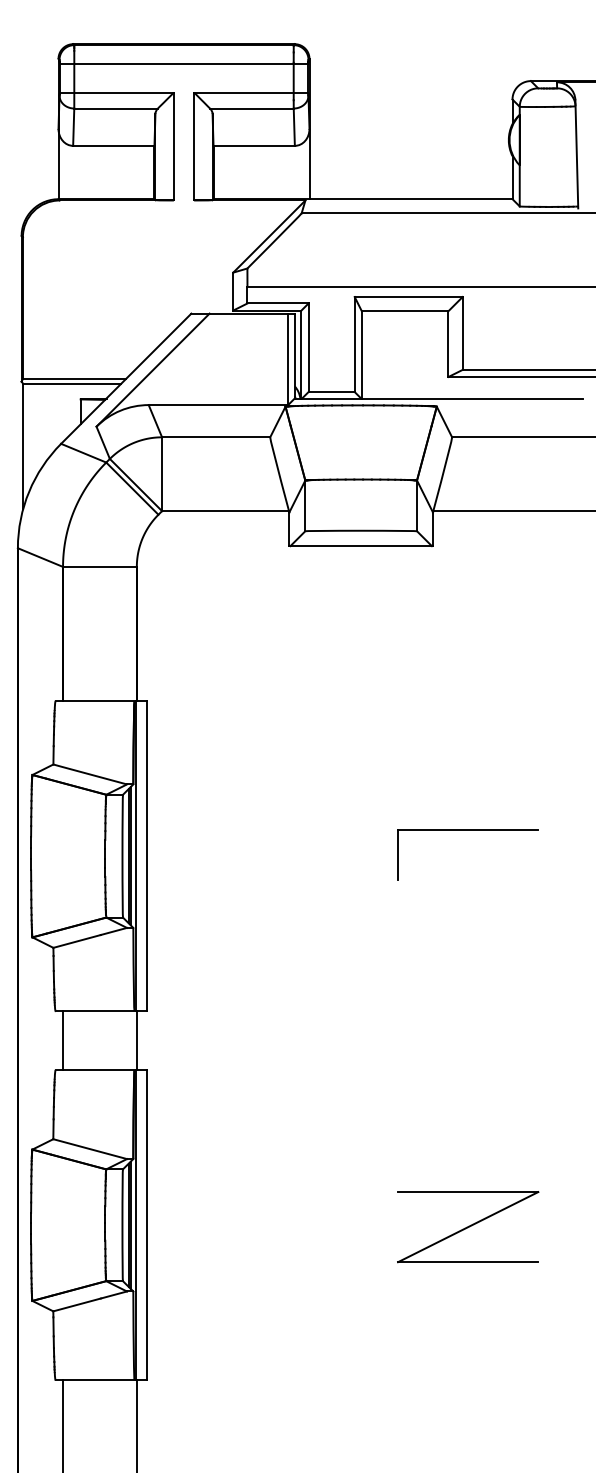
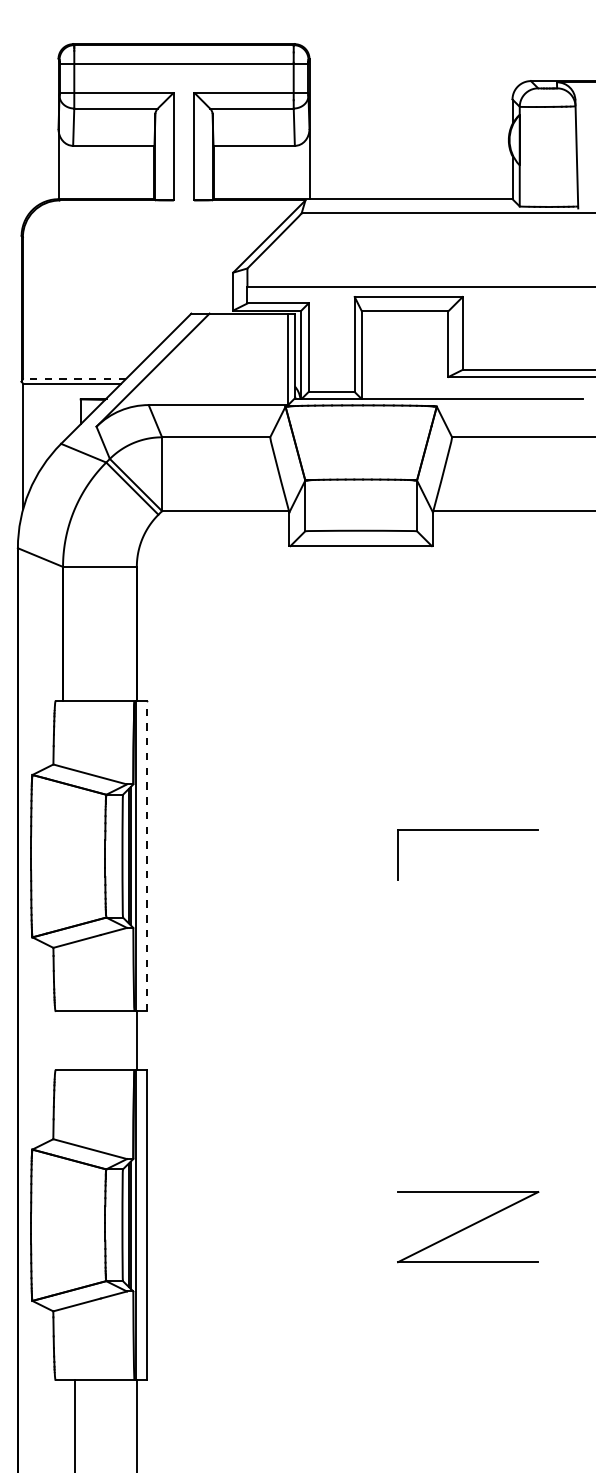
line at (74, 379): solid -> dashed
line at (147, 855): solid -> dashed
line at (63, 1040): present -> none
line at (63, 1424) position: (63, 1424) -> (75, 1424)
